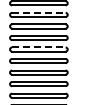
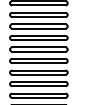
line at (38, 12): dashed -> solid
line at (38, 47): dashed -> solid
